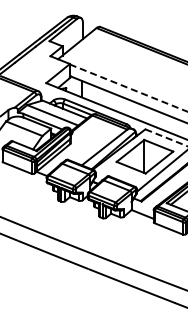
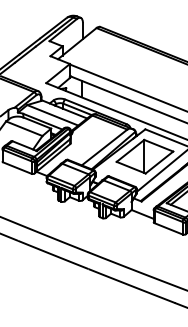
line at (129, 88): dashed -> solid
line at (166, 137): dashed -> solid
